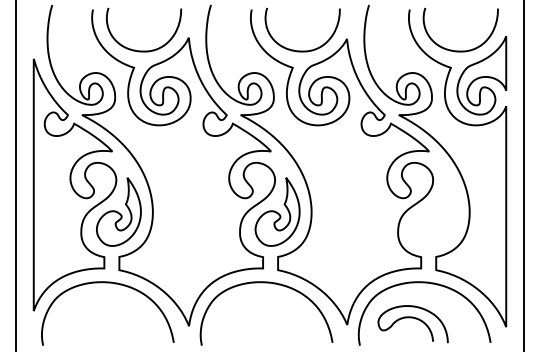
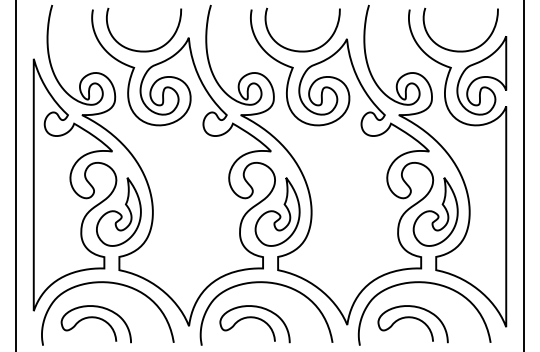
part at (435, 211): none -> present
curve at (98, 319): none -> present
curve at (257, 319): none -> present
